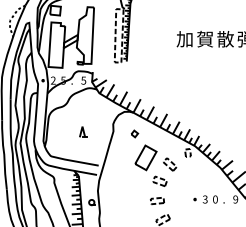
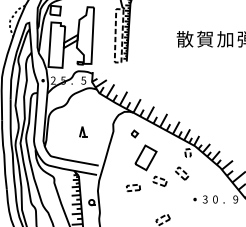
text at (184, 39): 加 -> 散
text at (225, 39): 散 -> 加
part at (170, 164) position: (170, 164) -> (182, 173)
part at (157, 201) position: (157, 201) -> (133, 188)
